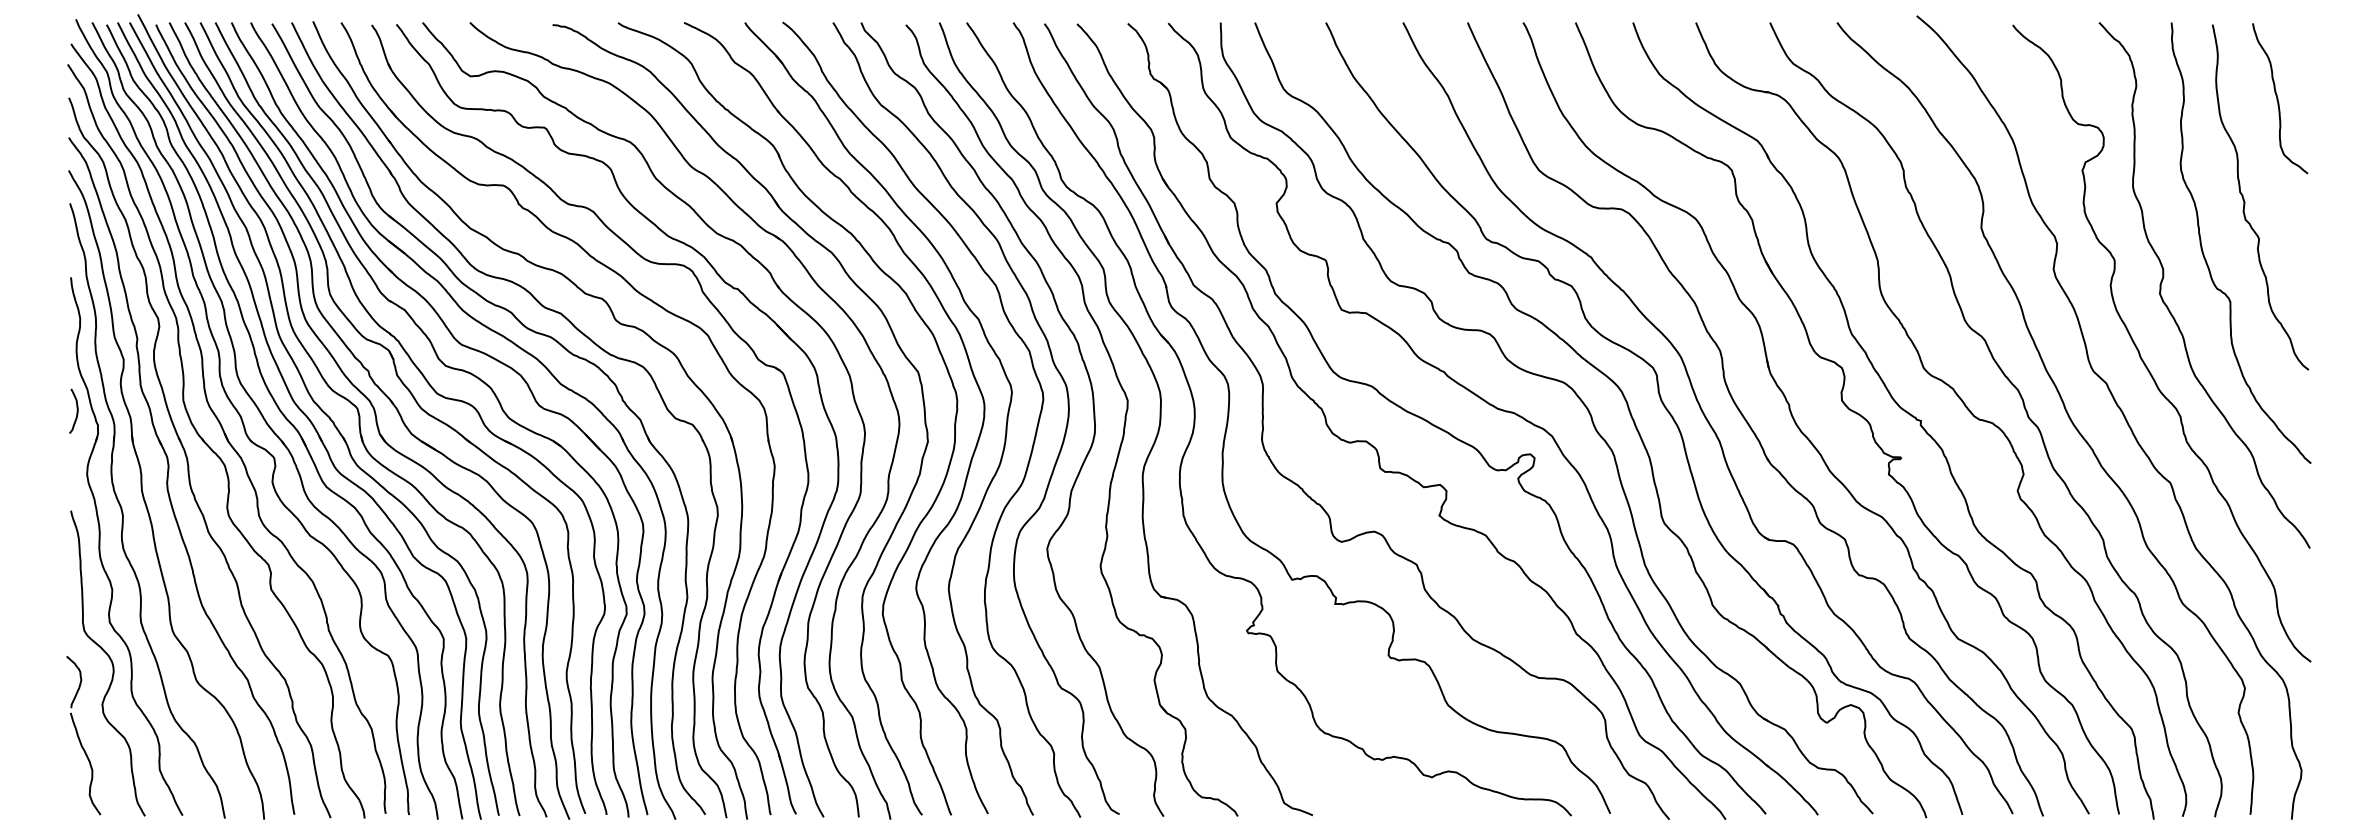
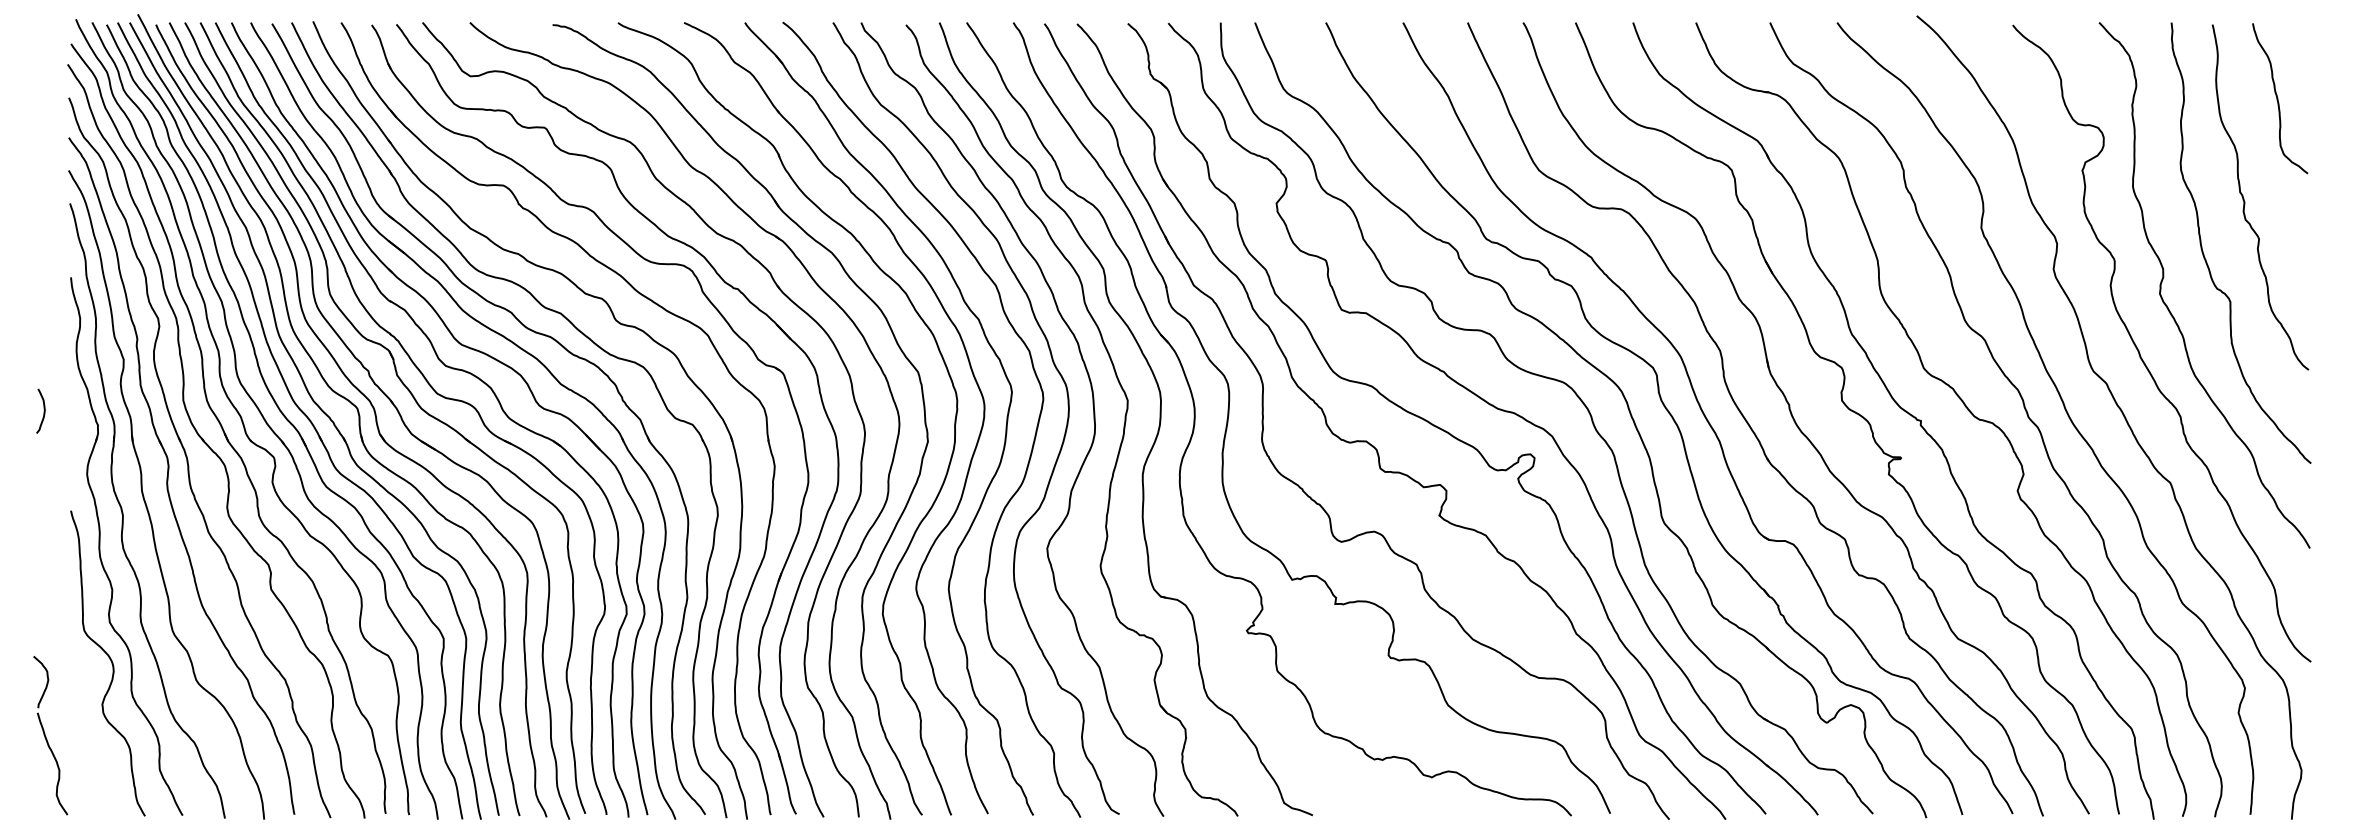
curve at (76, 409) position: (76, 409) -> (43, 409)
part at (83, 735) position: (83, 735) -> (50, 735)
